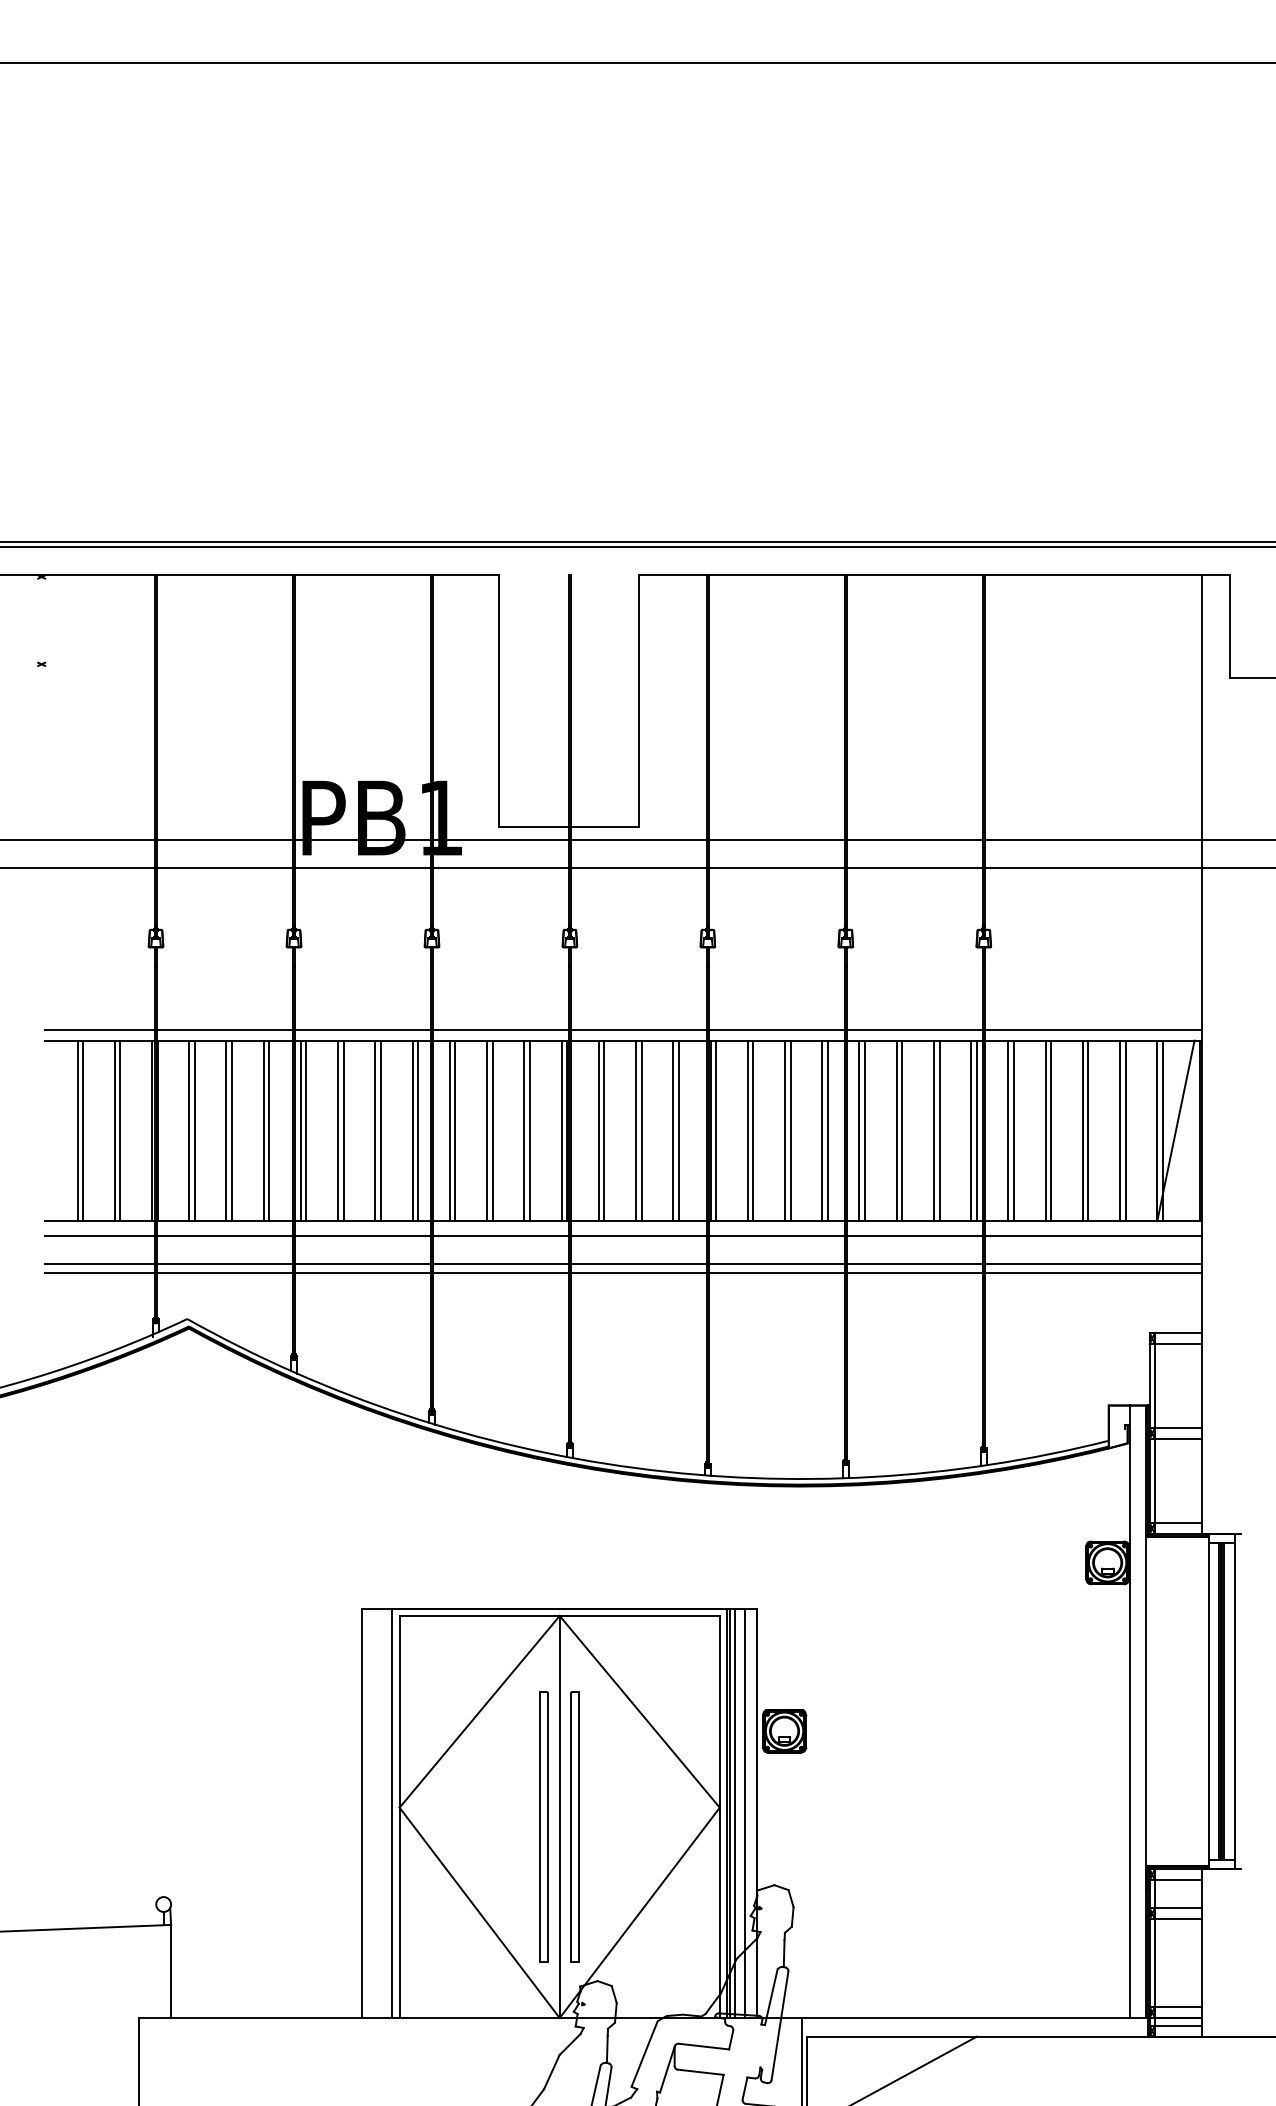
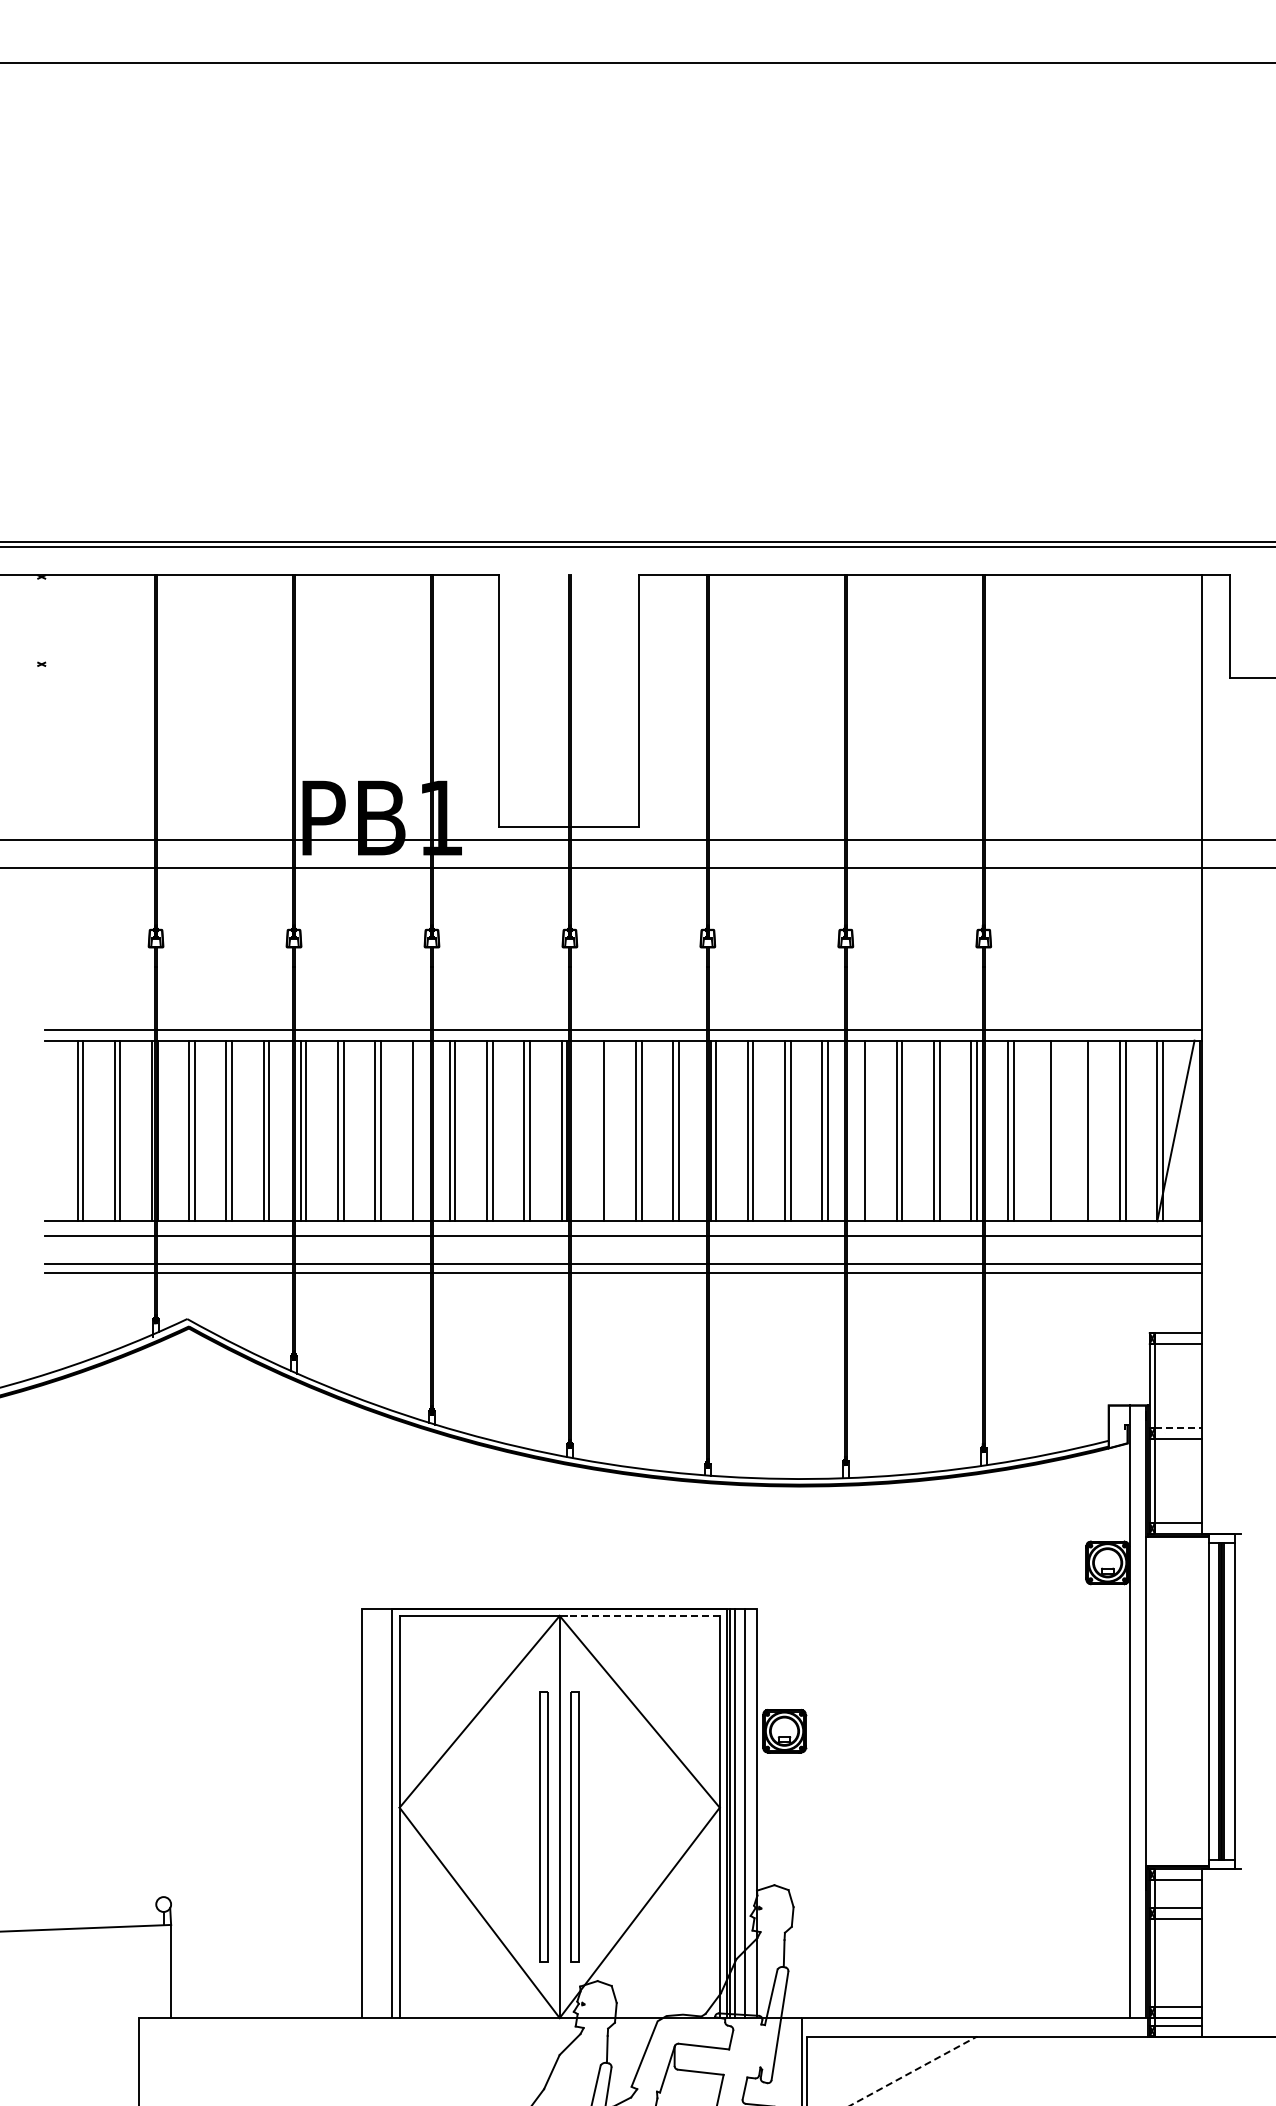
line at (418, 1130): present -> none
line at (598, 1130): present -> none
line at (859, 1130): present -> none
line at (1045, 1130): present -> none
line at (1082, 1130): present -> none
line at (1179, 1427): solid -> dashed
line at (642, 1615): solid -> dashed
line at (913, 2071): solid -> dashed
